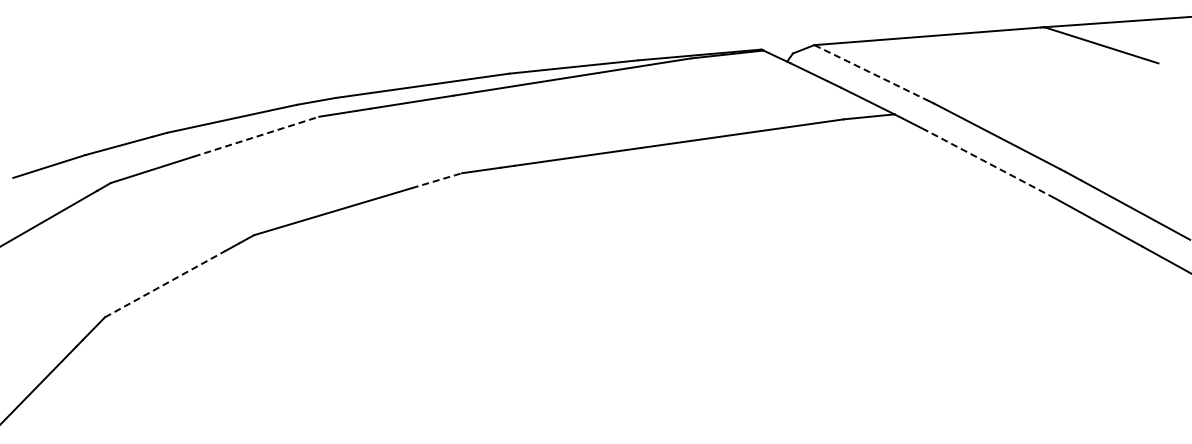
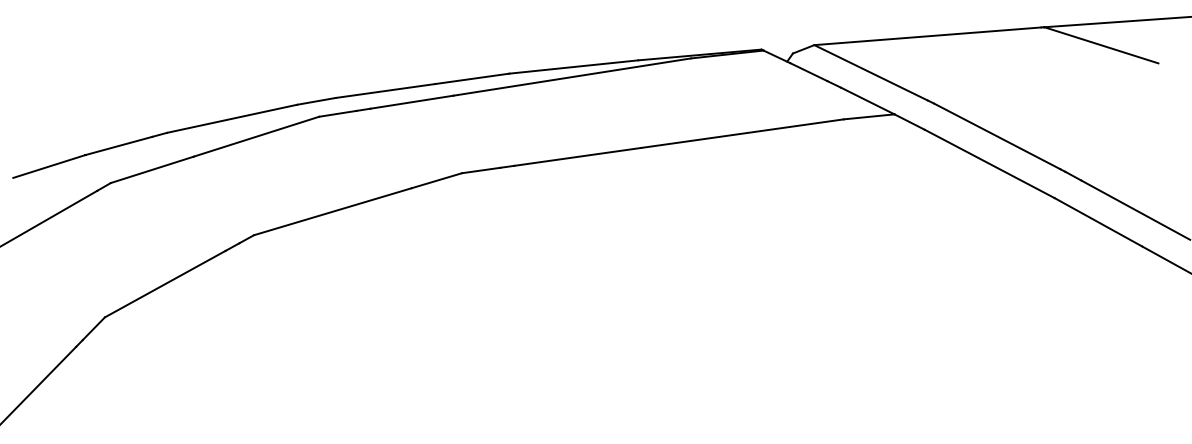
line at (871, 73): dashed -> solid
line at (256, 136): dashed -> solid
line at (989, 163): dashed -> solid
line at (437, 180): dashed -> solid
line at (165, 284): dashed -> solid
